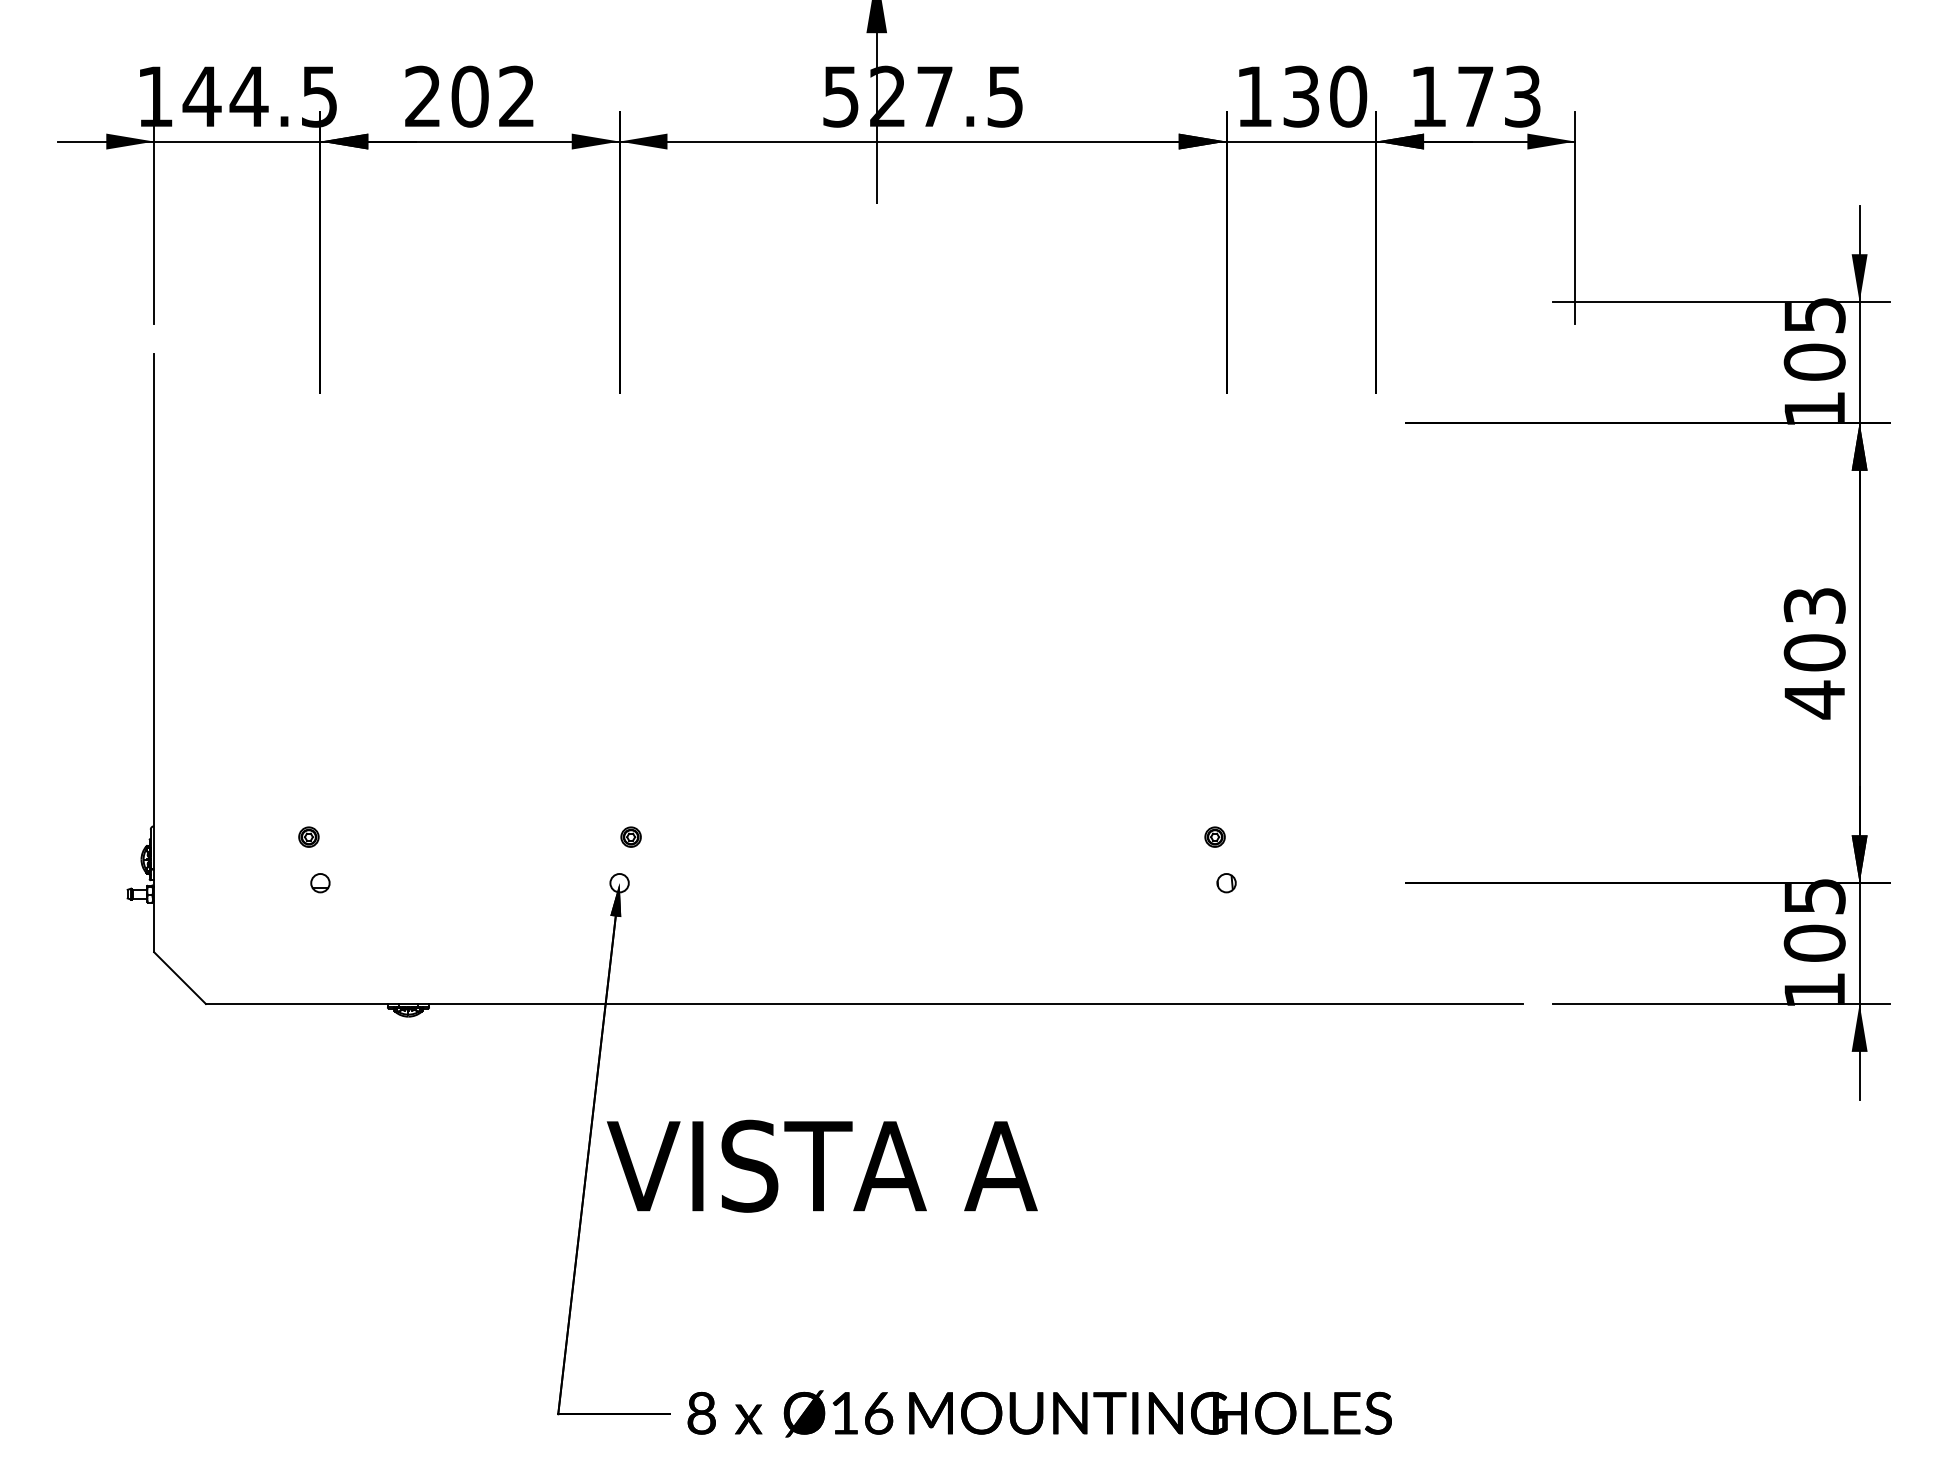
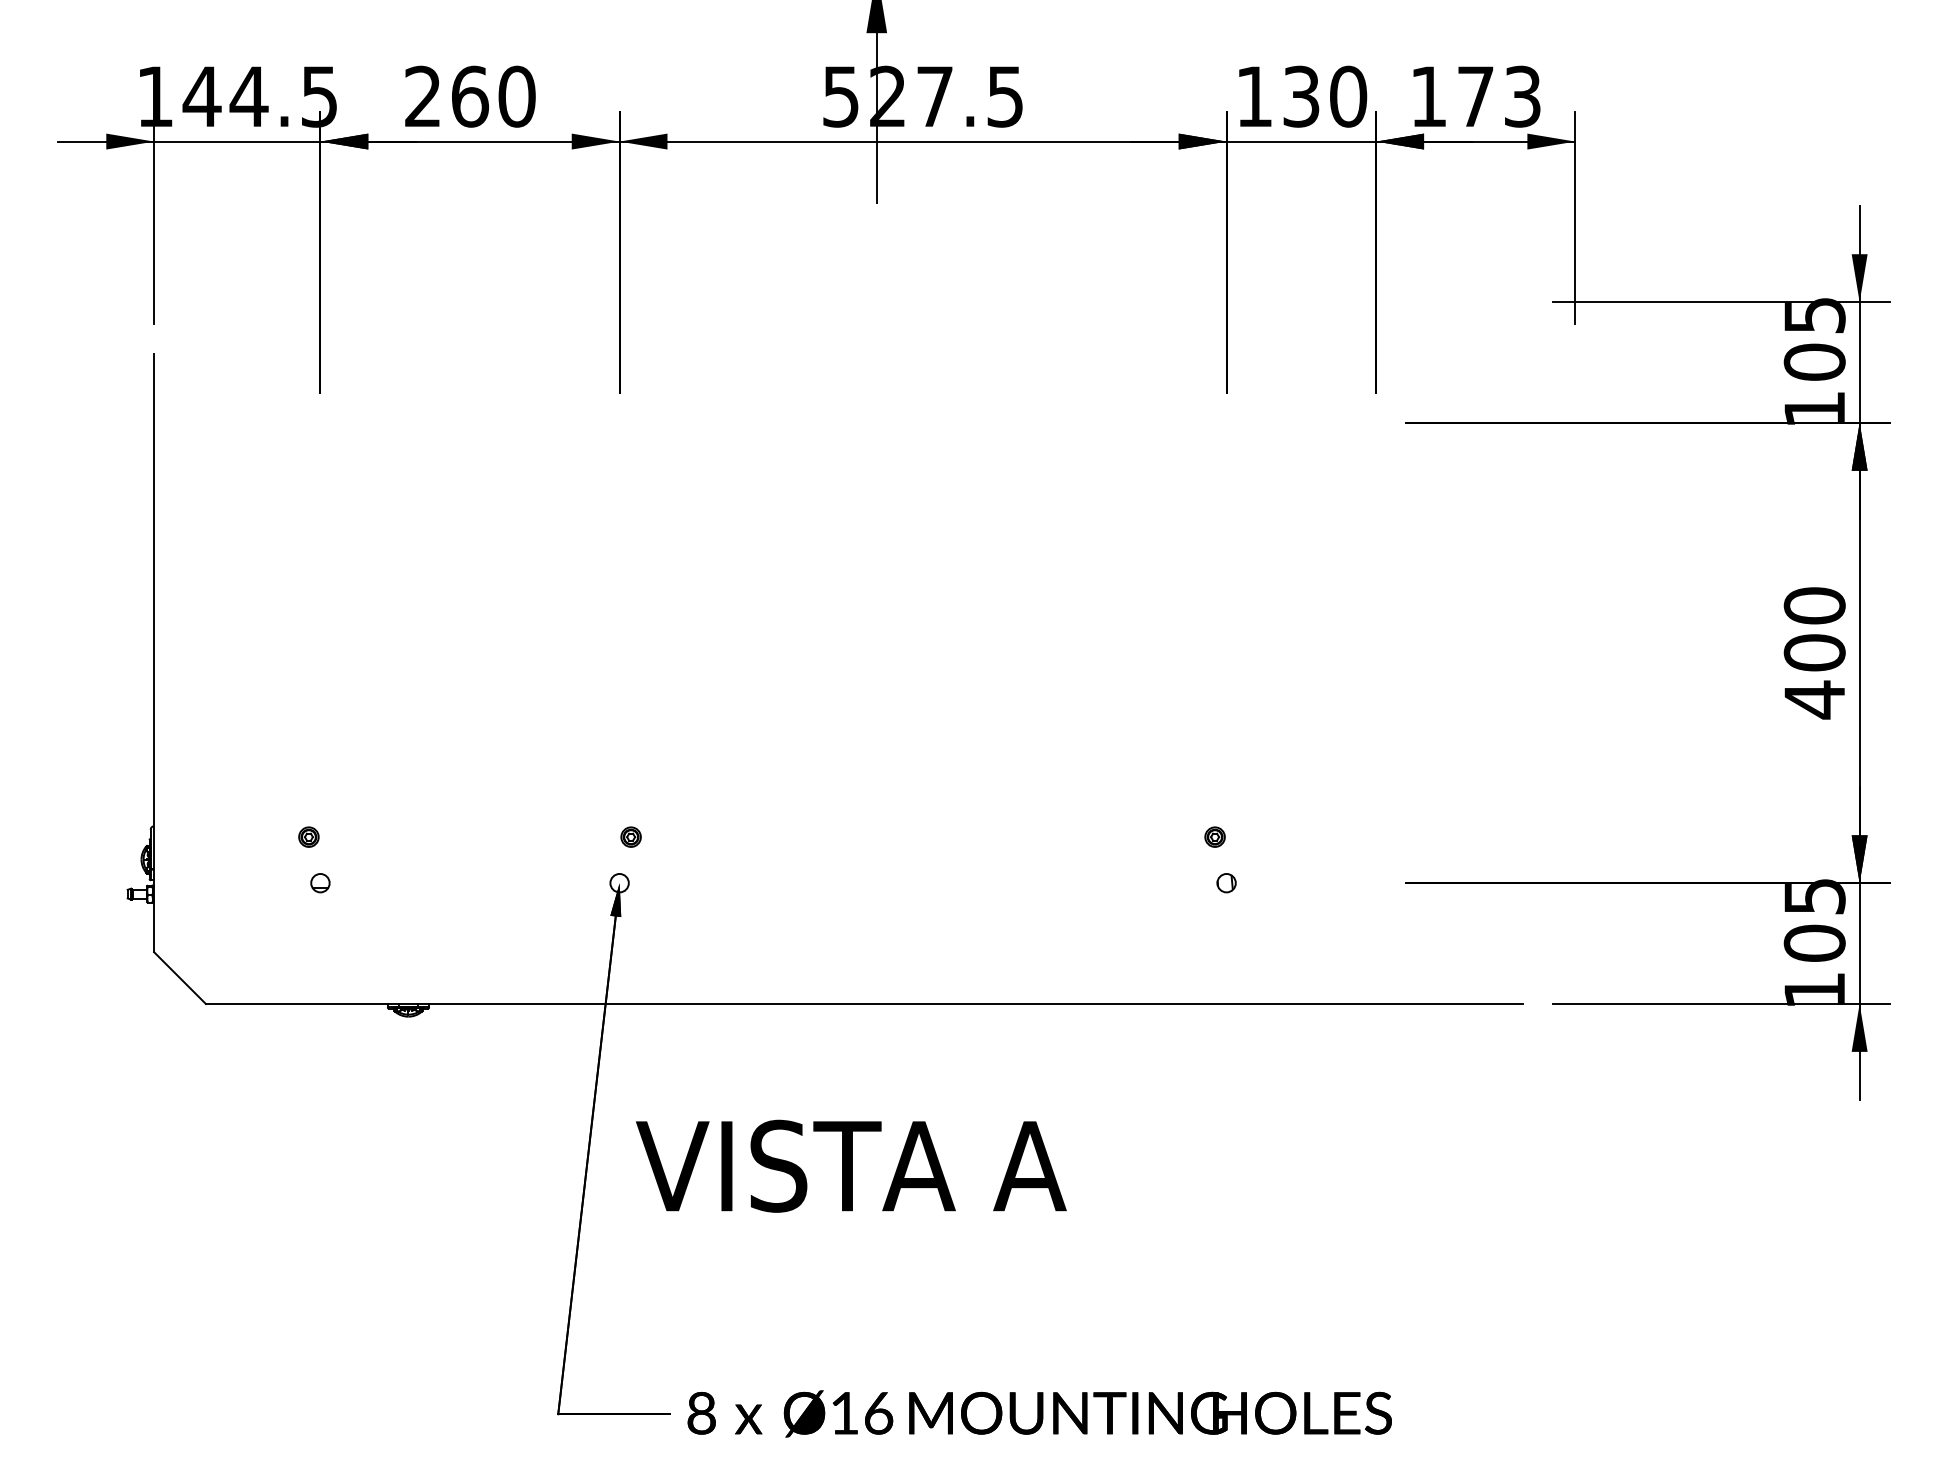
text at (493, 96): 202 -> 260
text at (1814, 605): 403 -> 400
text at (822, 1165) position: (822, 1165) -> (851, 1165)
